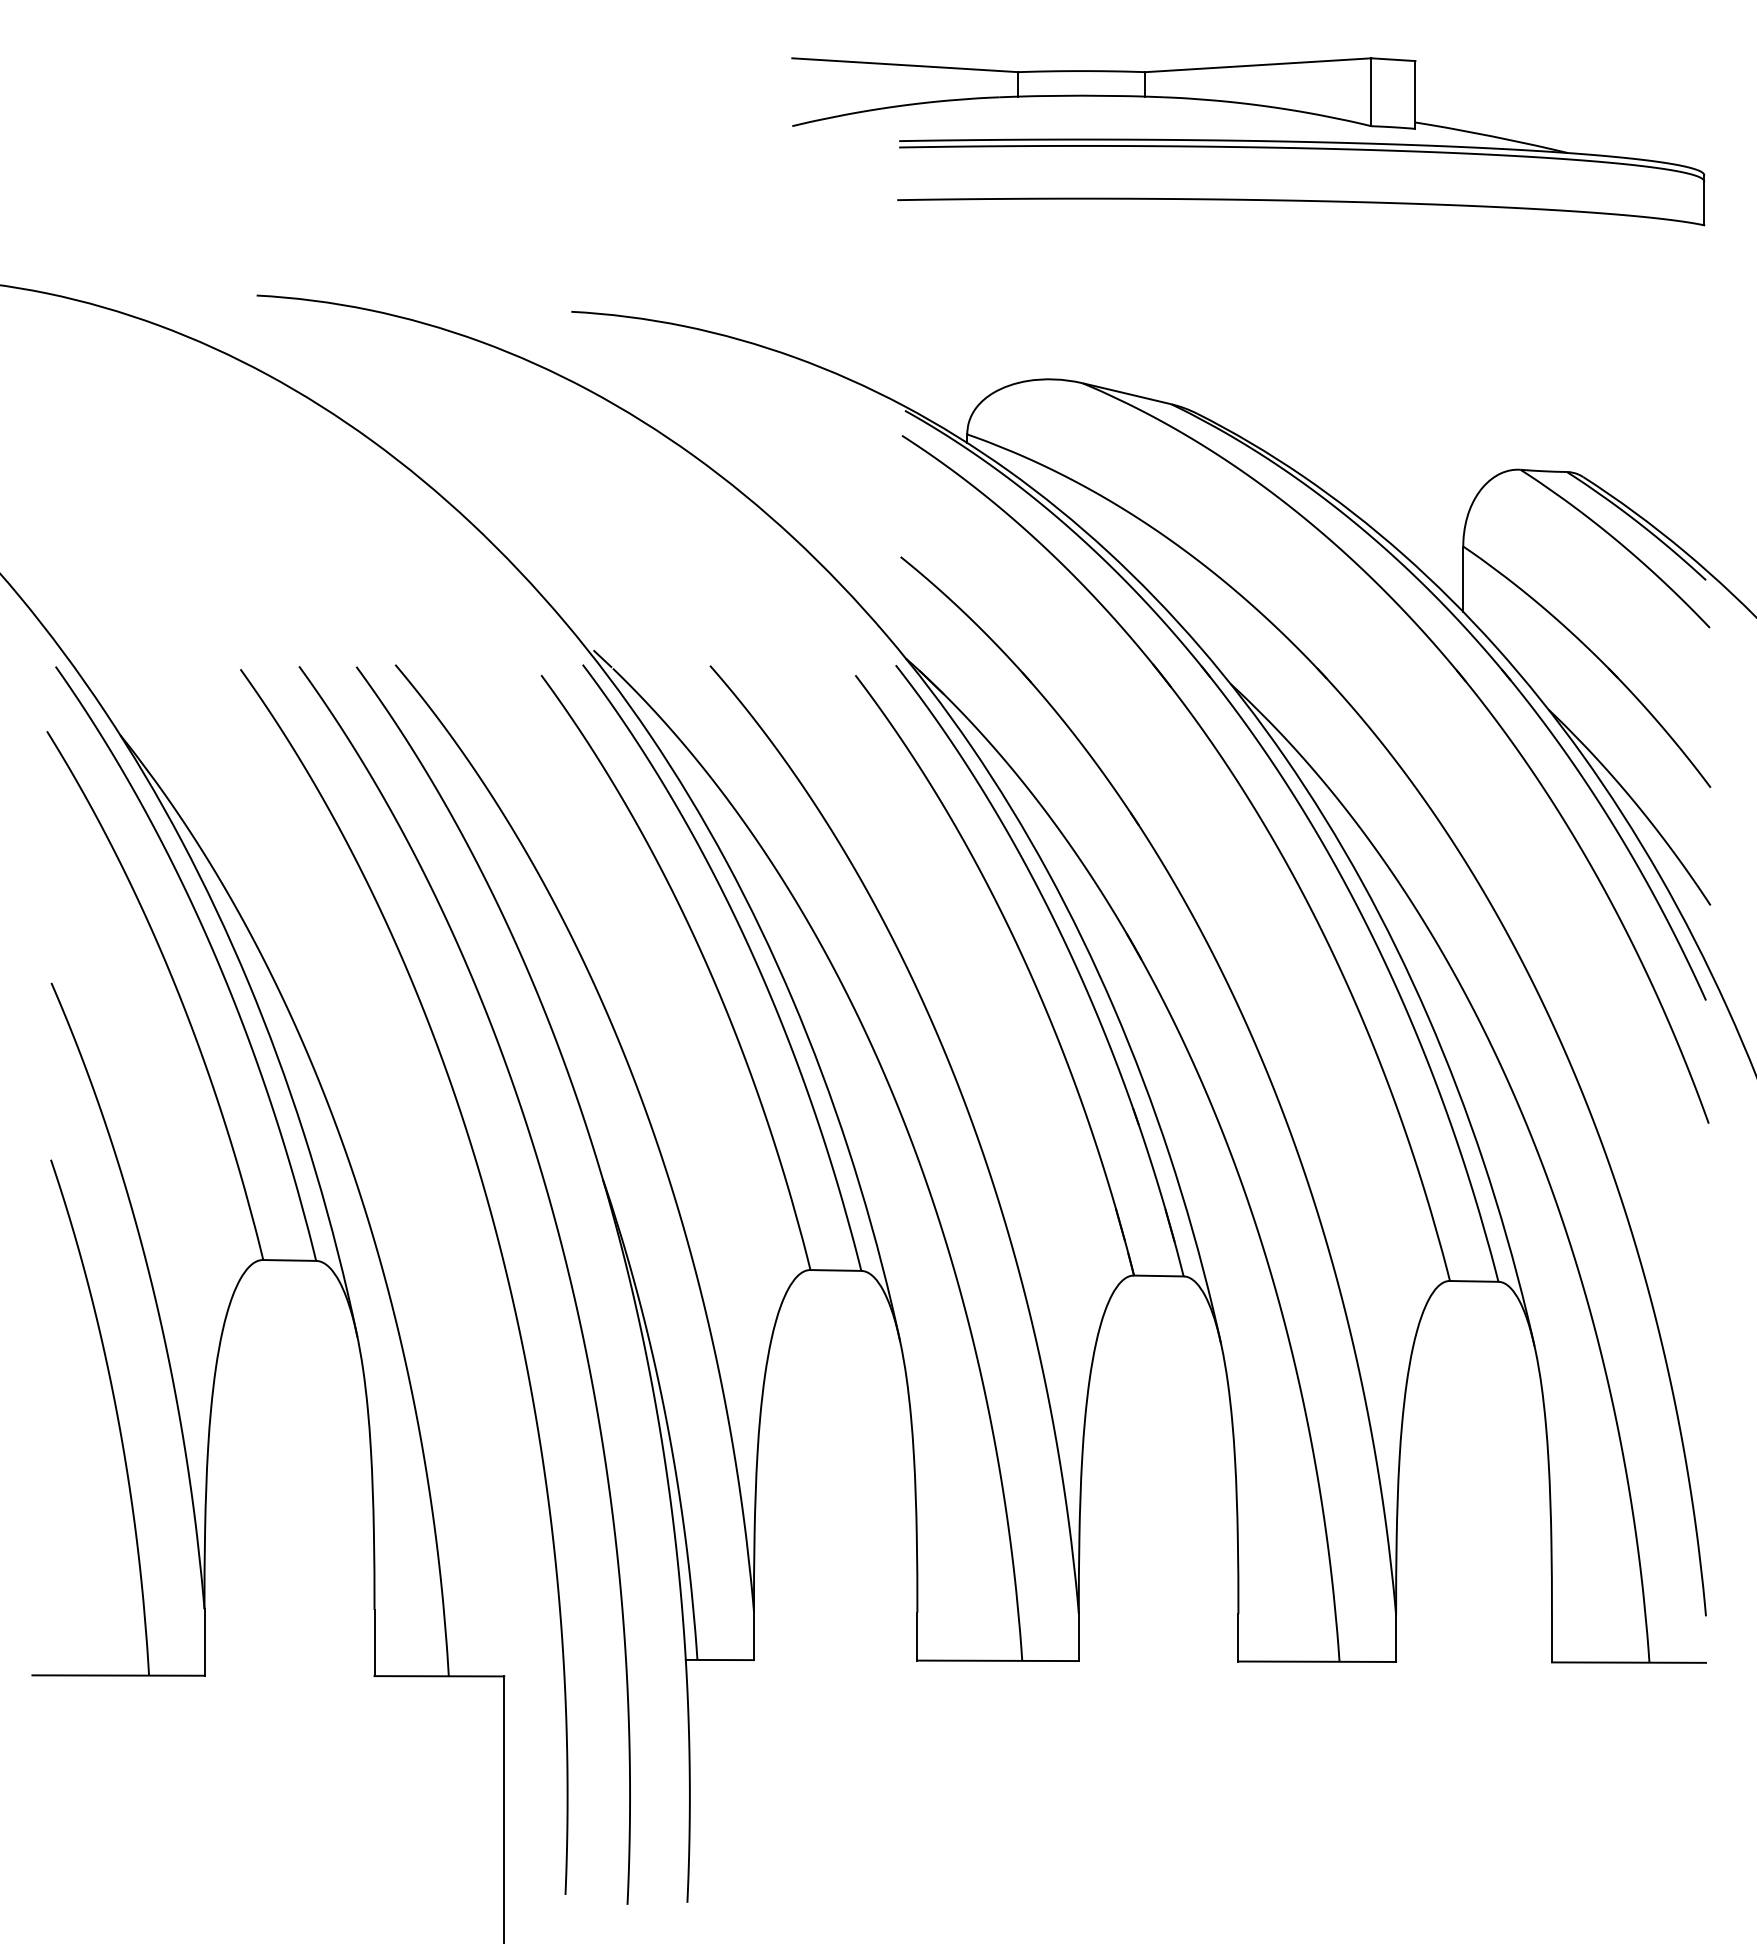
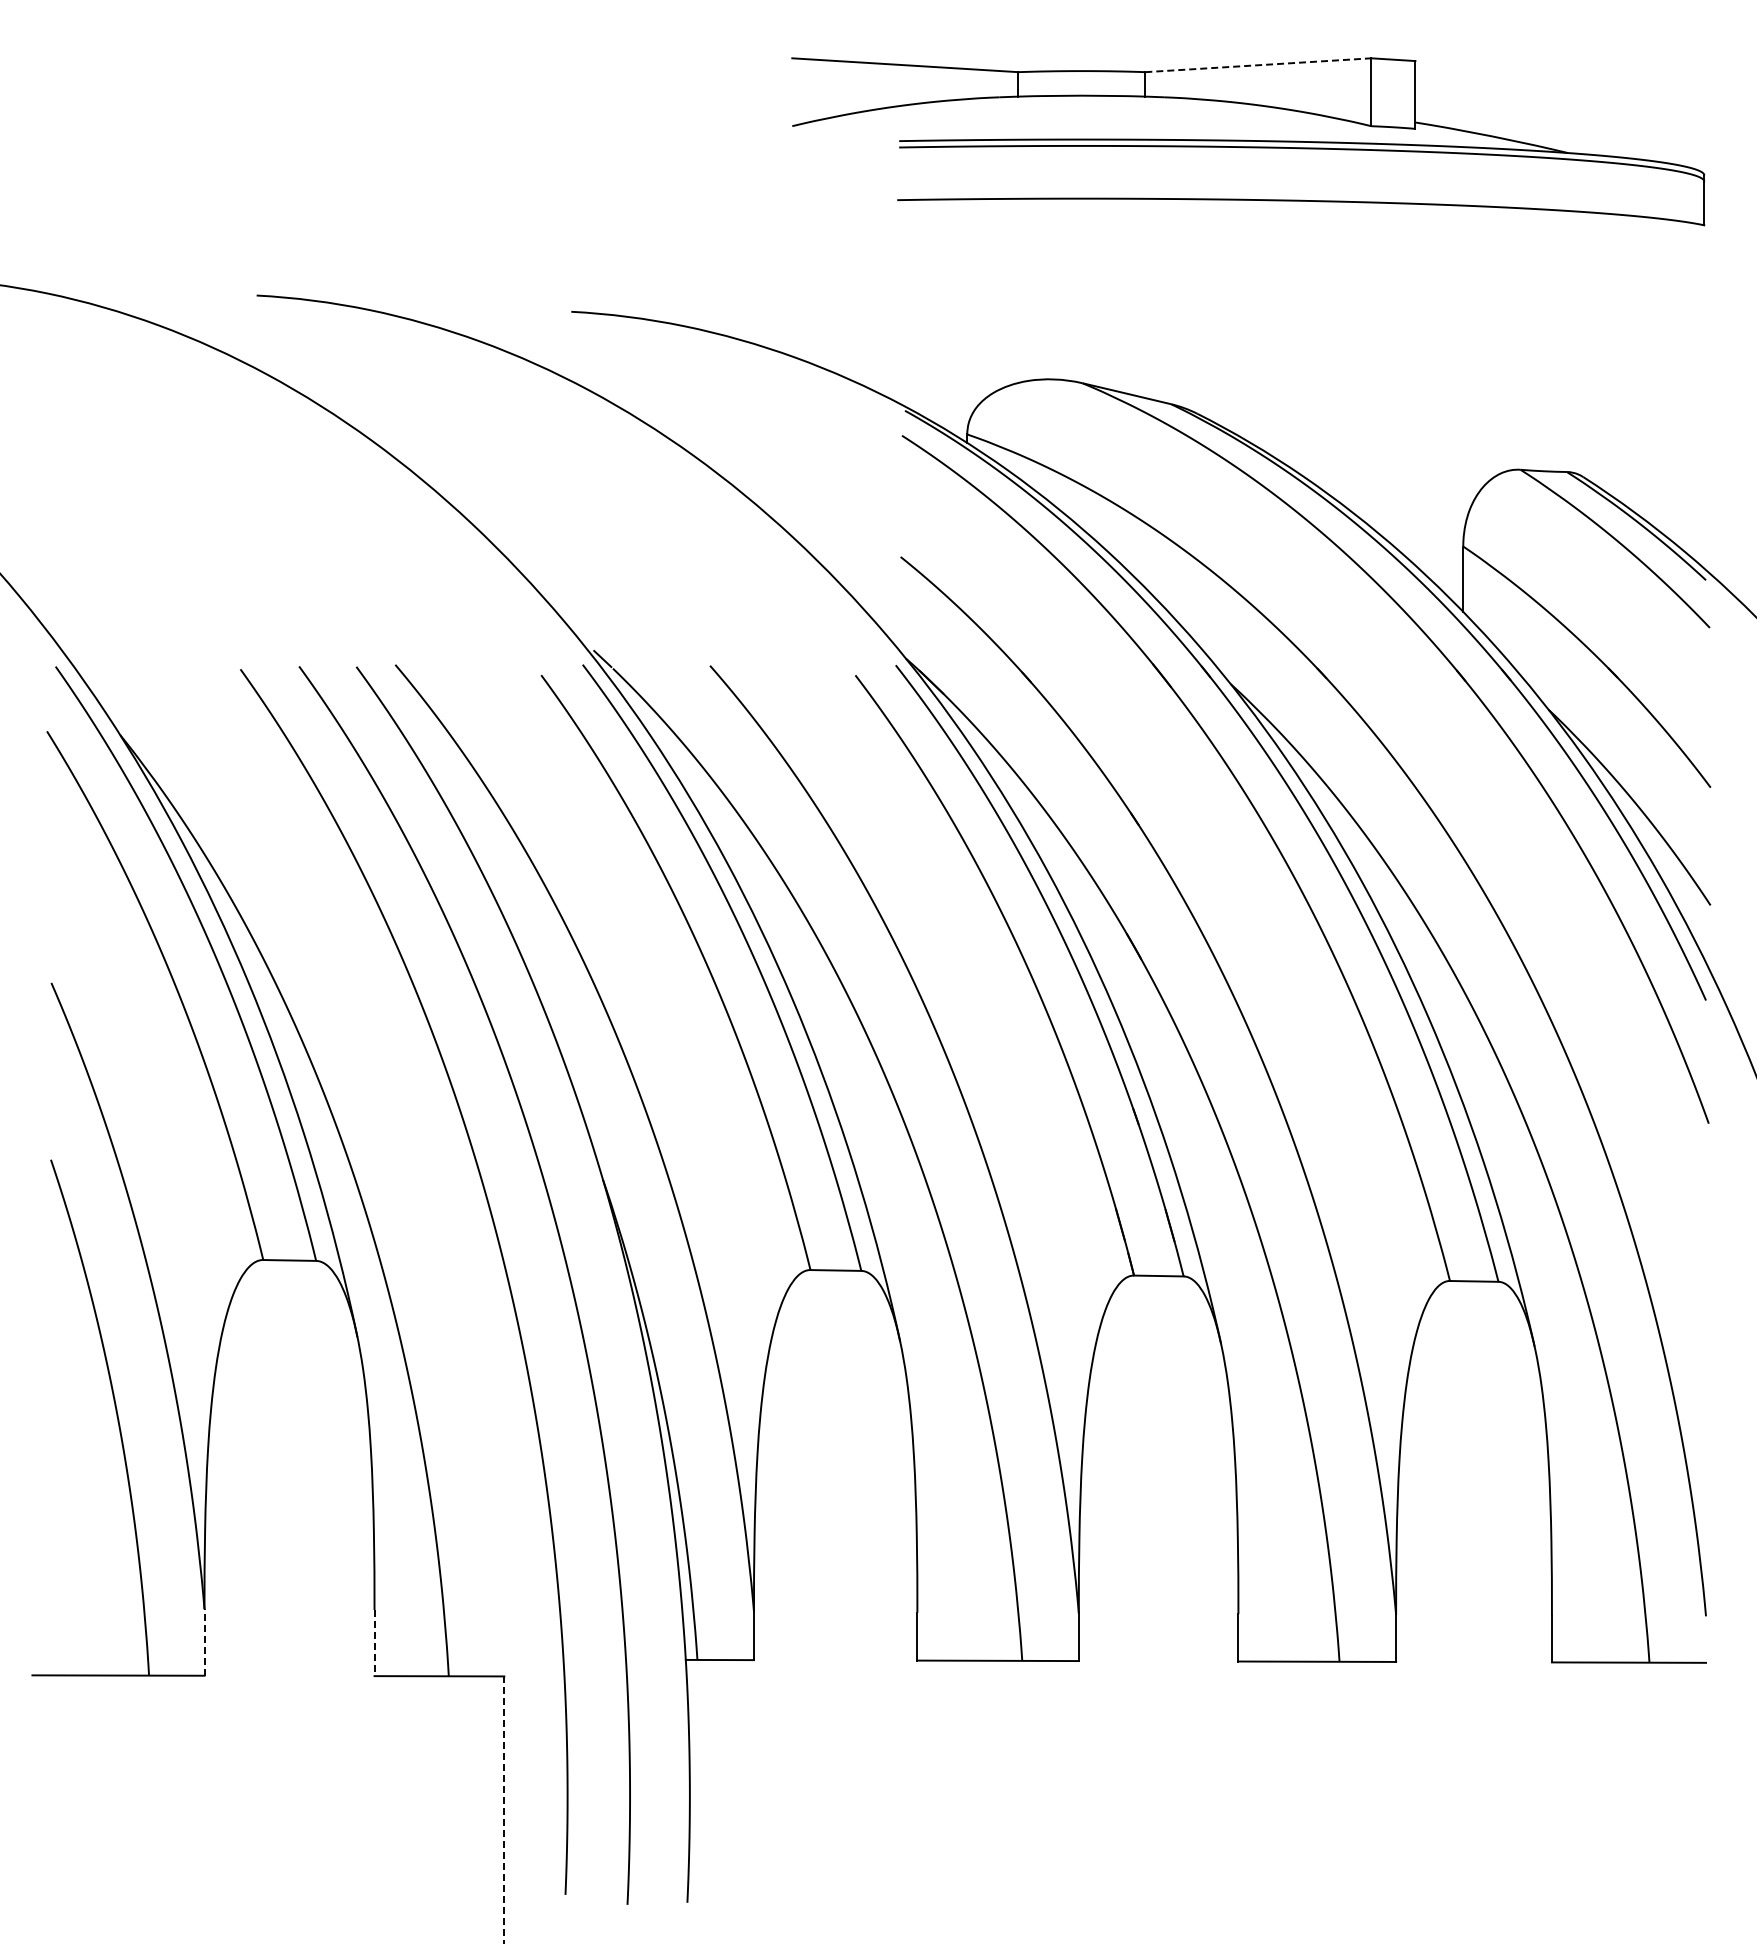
line at (1258, 65): solid -> dashed
line at (204, 1641): solid -> dashed
line at (374, 1643): solid -> dashed
line at (504, 1810): solid -> dashed
